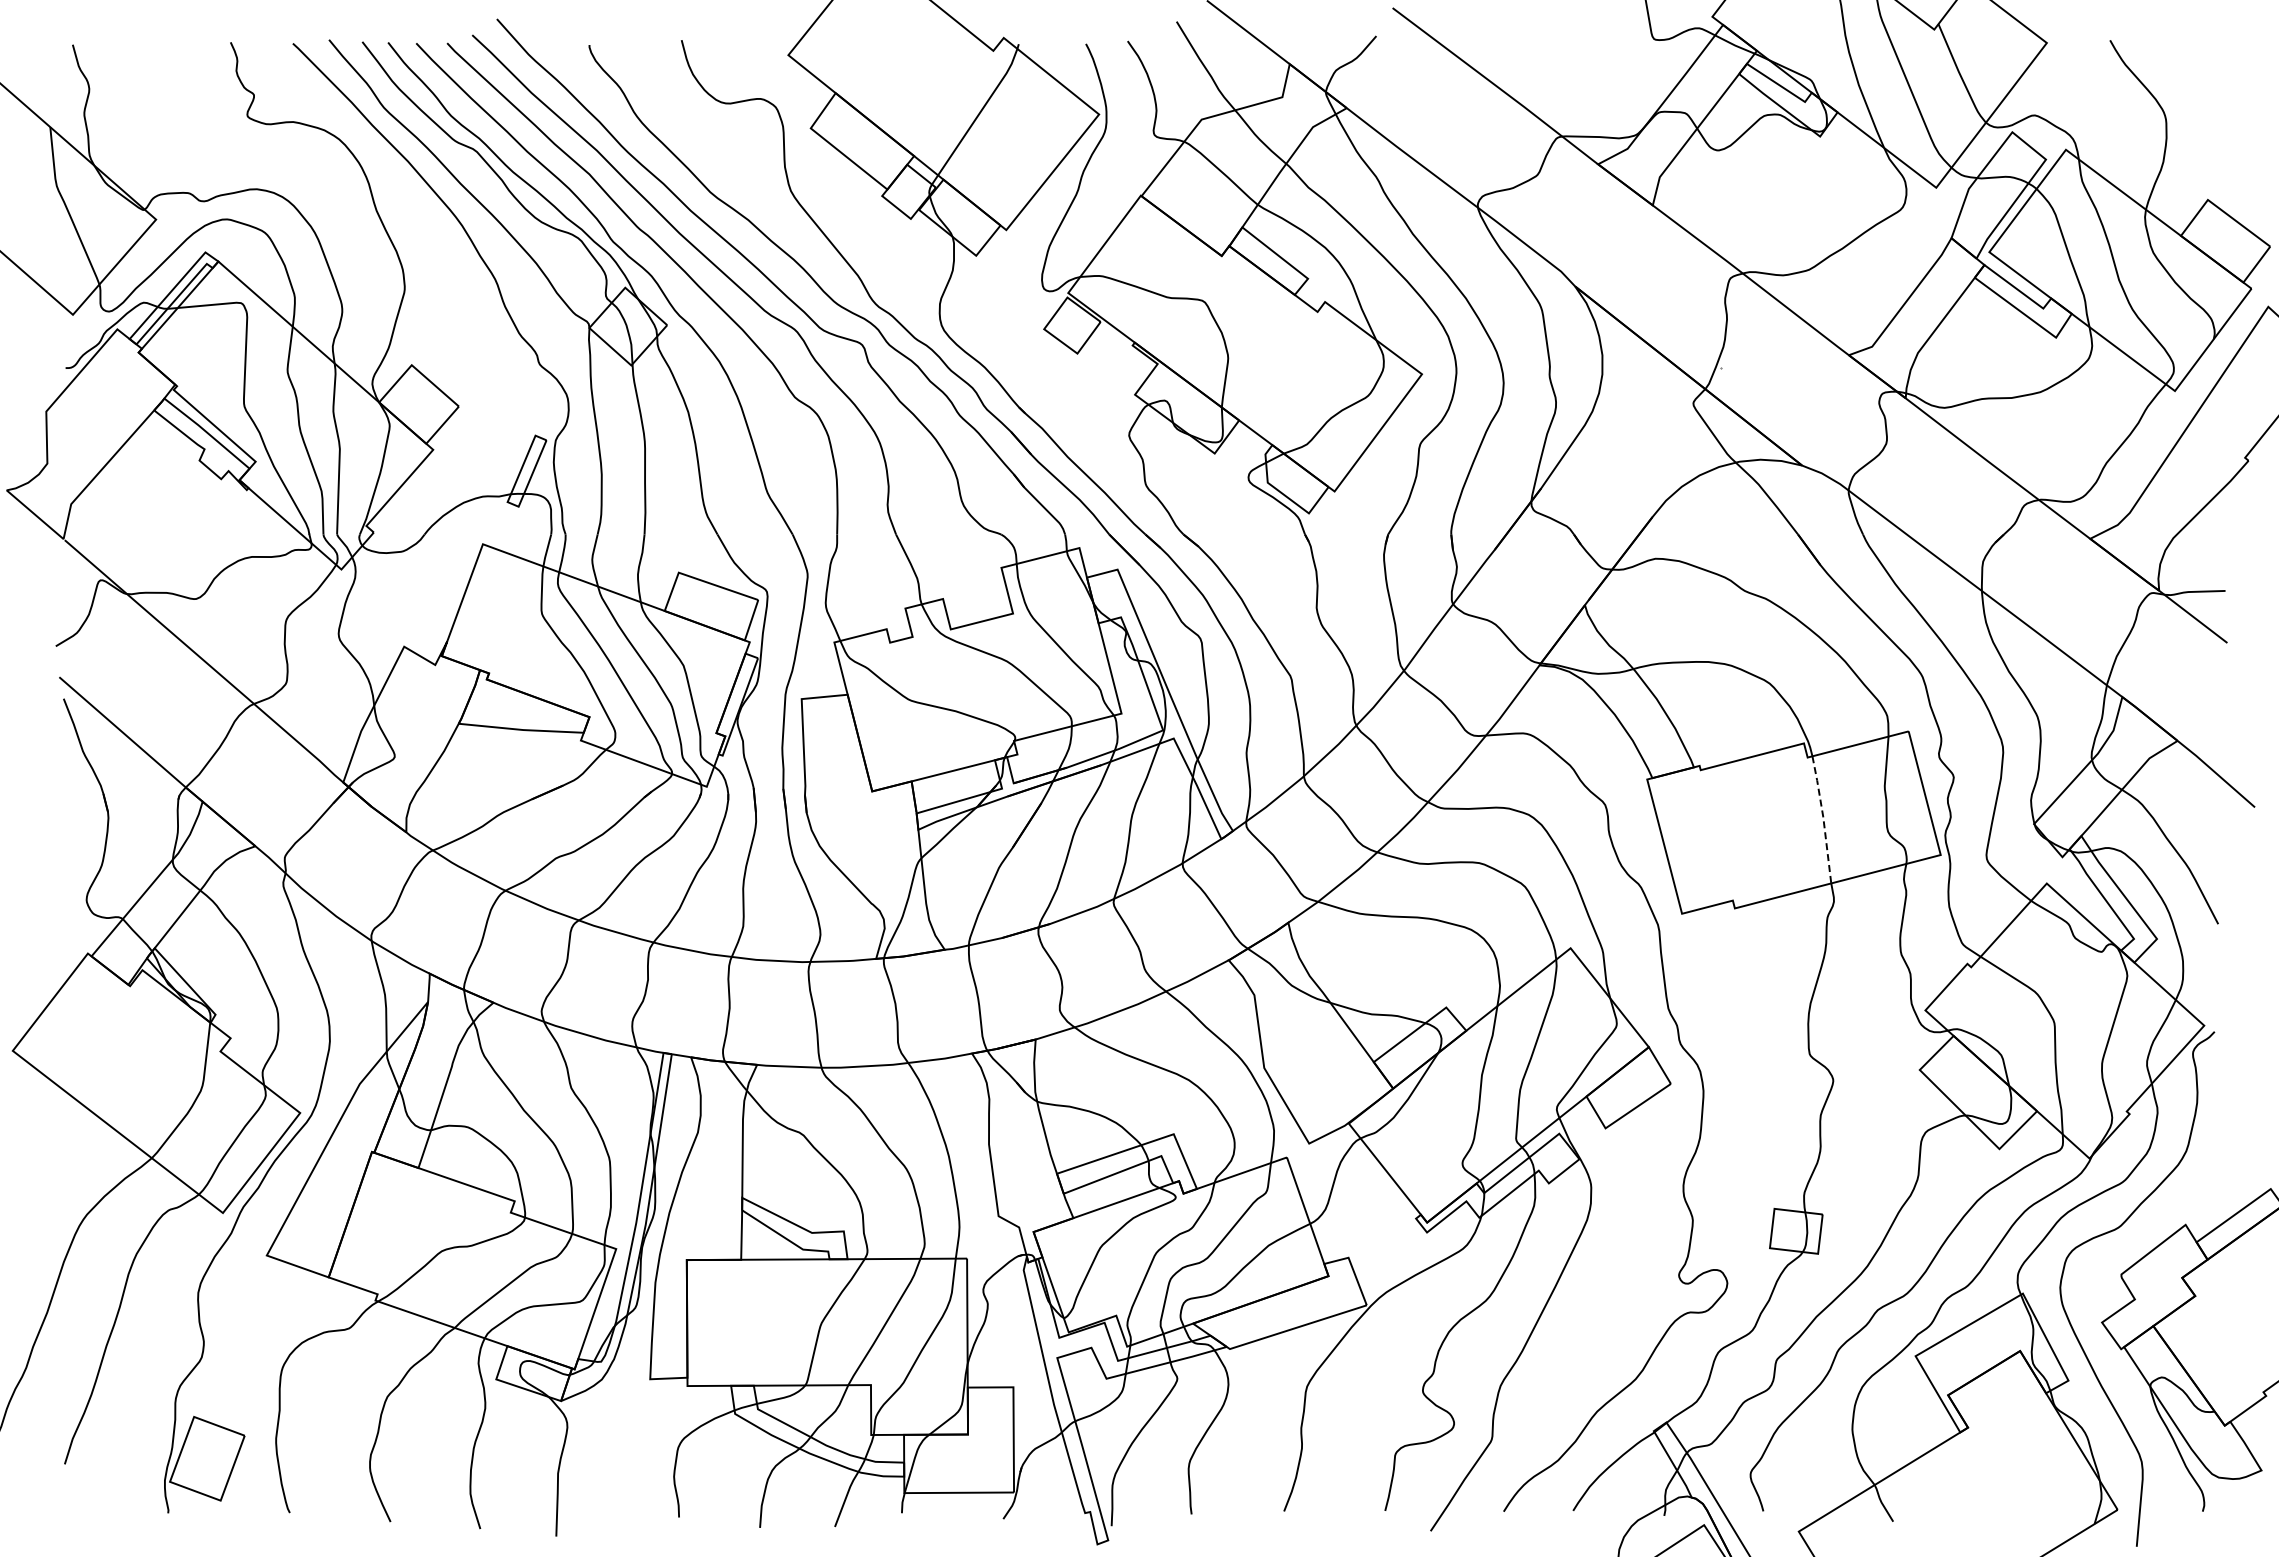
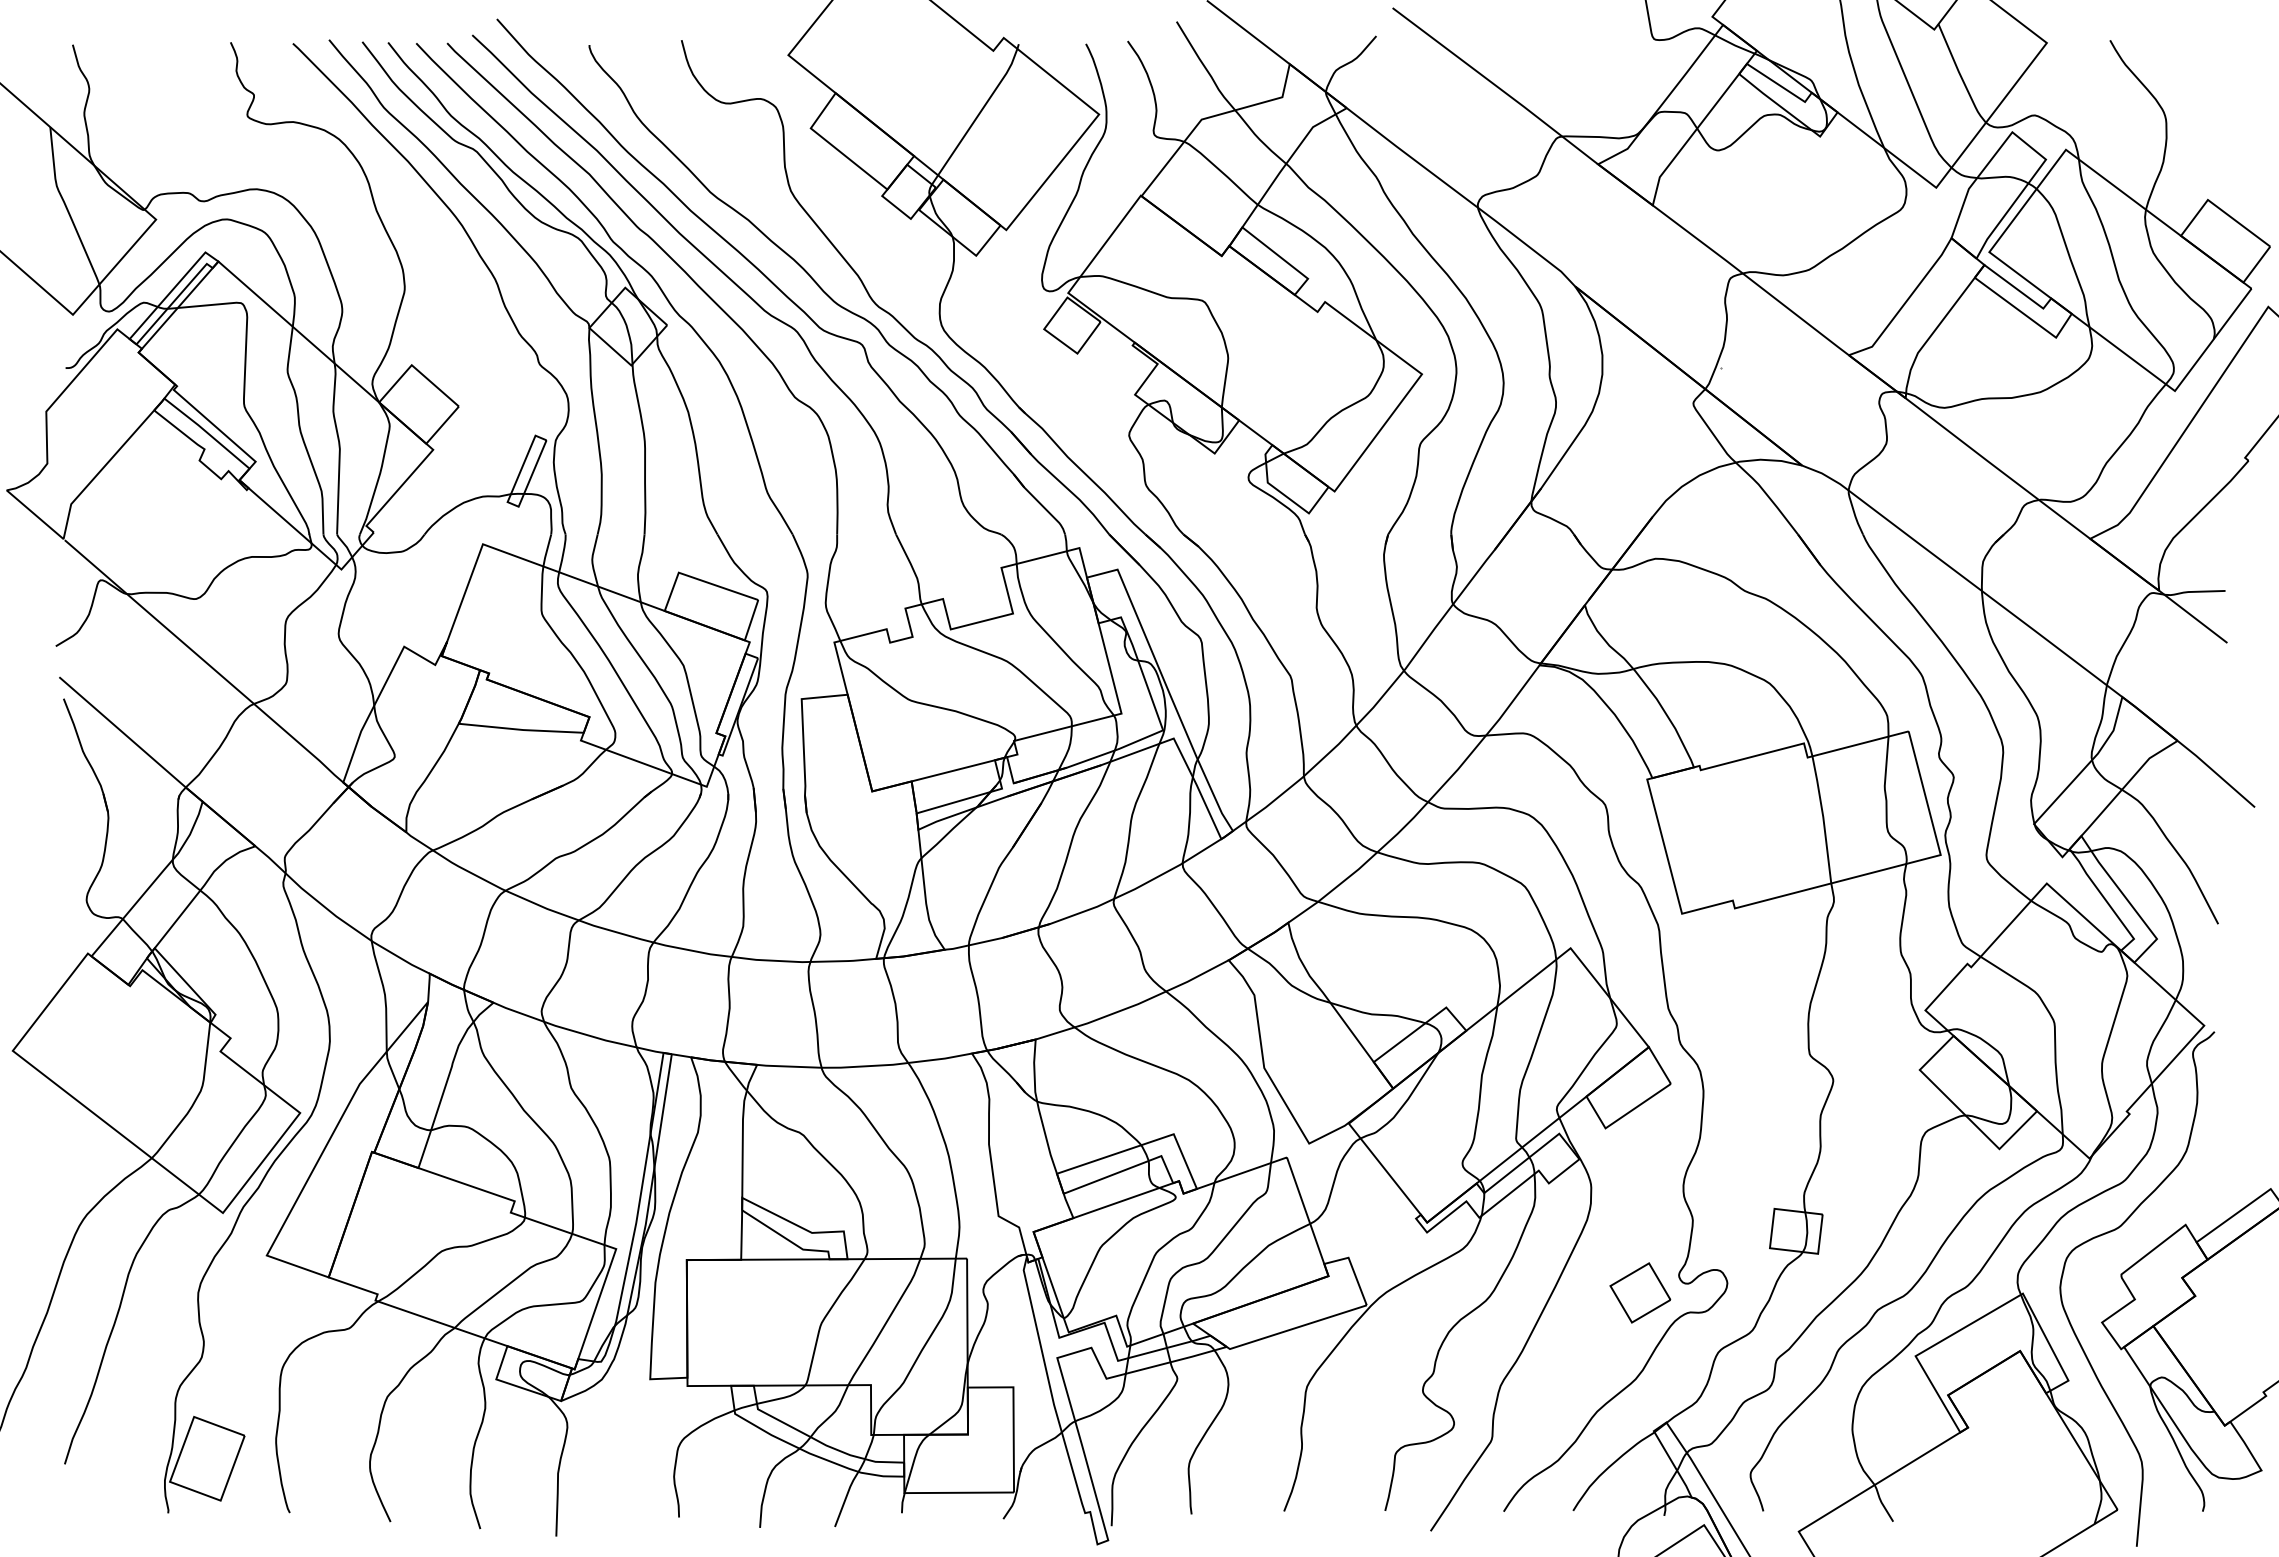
line at (1823, 818): dashed -> solid
part at (1640, 1292): none -> present
